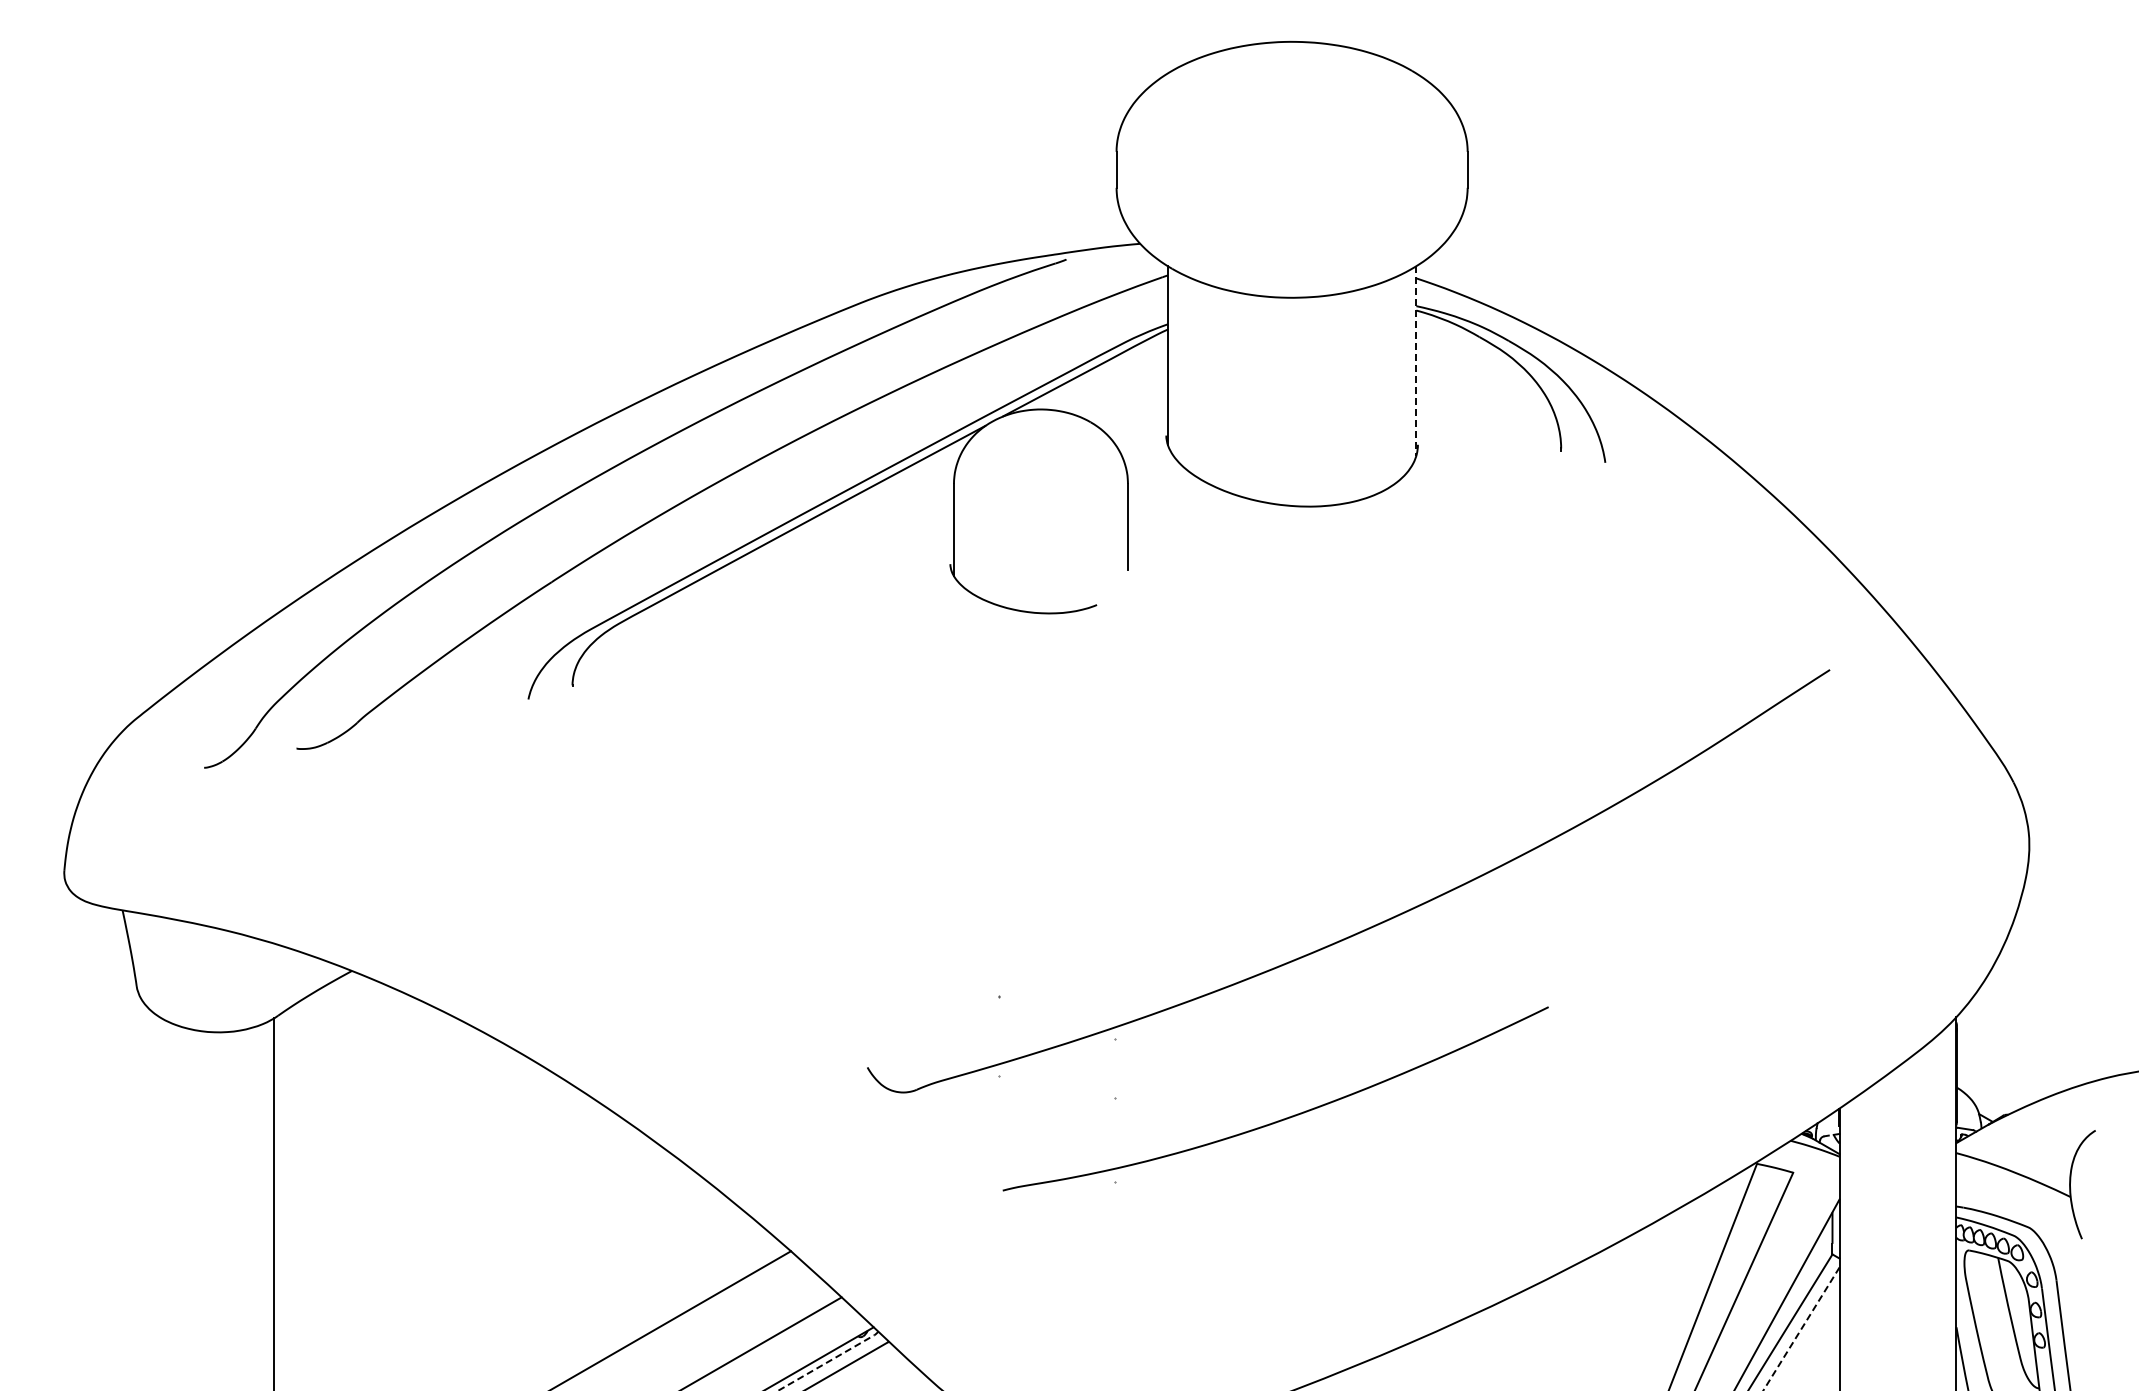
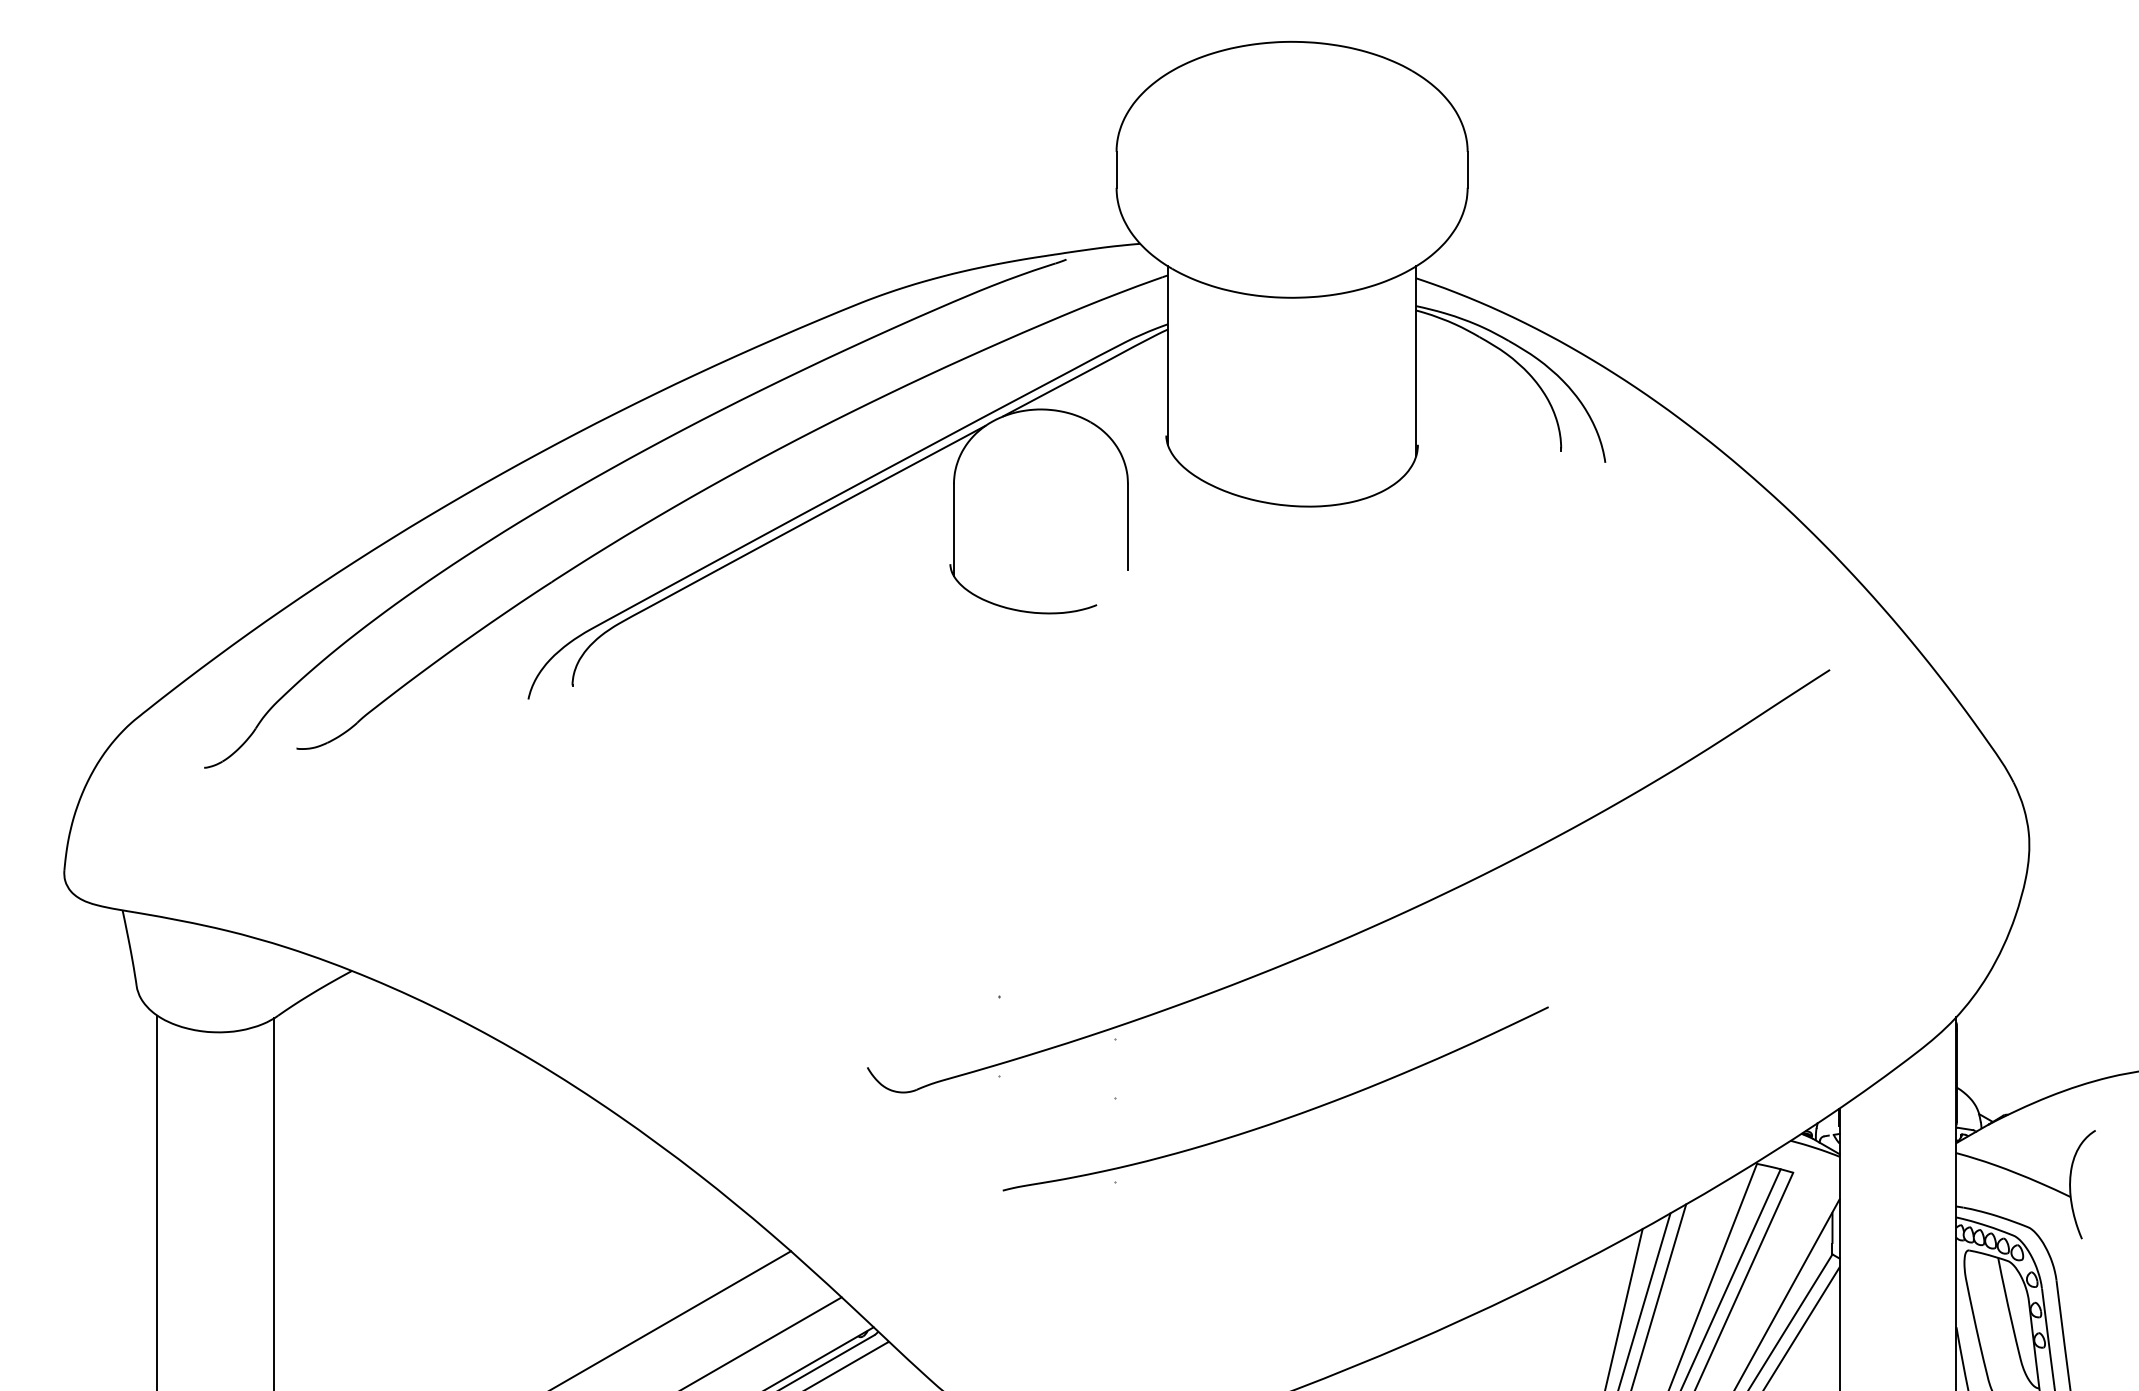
line at (1416, 360): dashed -> solid
line at (157, 1201): none -> present
line at (1731, 1278): none -> present
line at (1659, 1295): none -> present
line at (1644, 1300): none -> present
line at (1623, 1308): none -> present
line at (1801, 1329): dashed -> solid
line at (826, 1362): dashed -> solid
